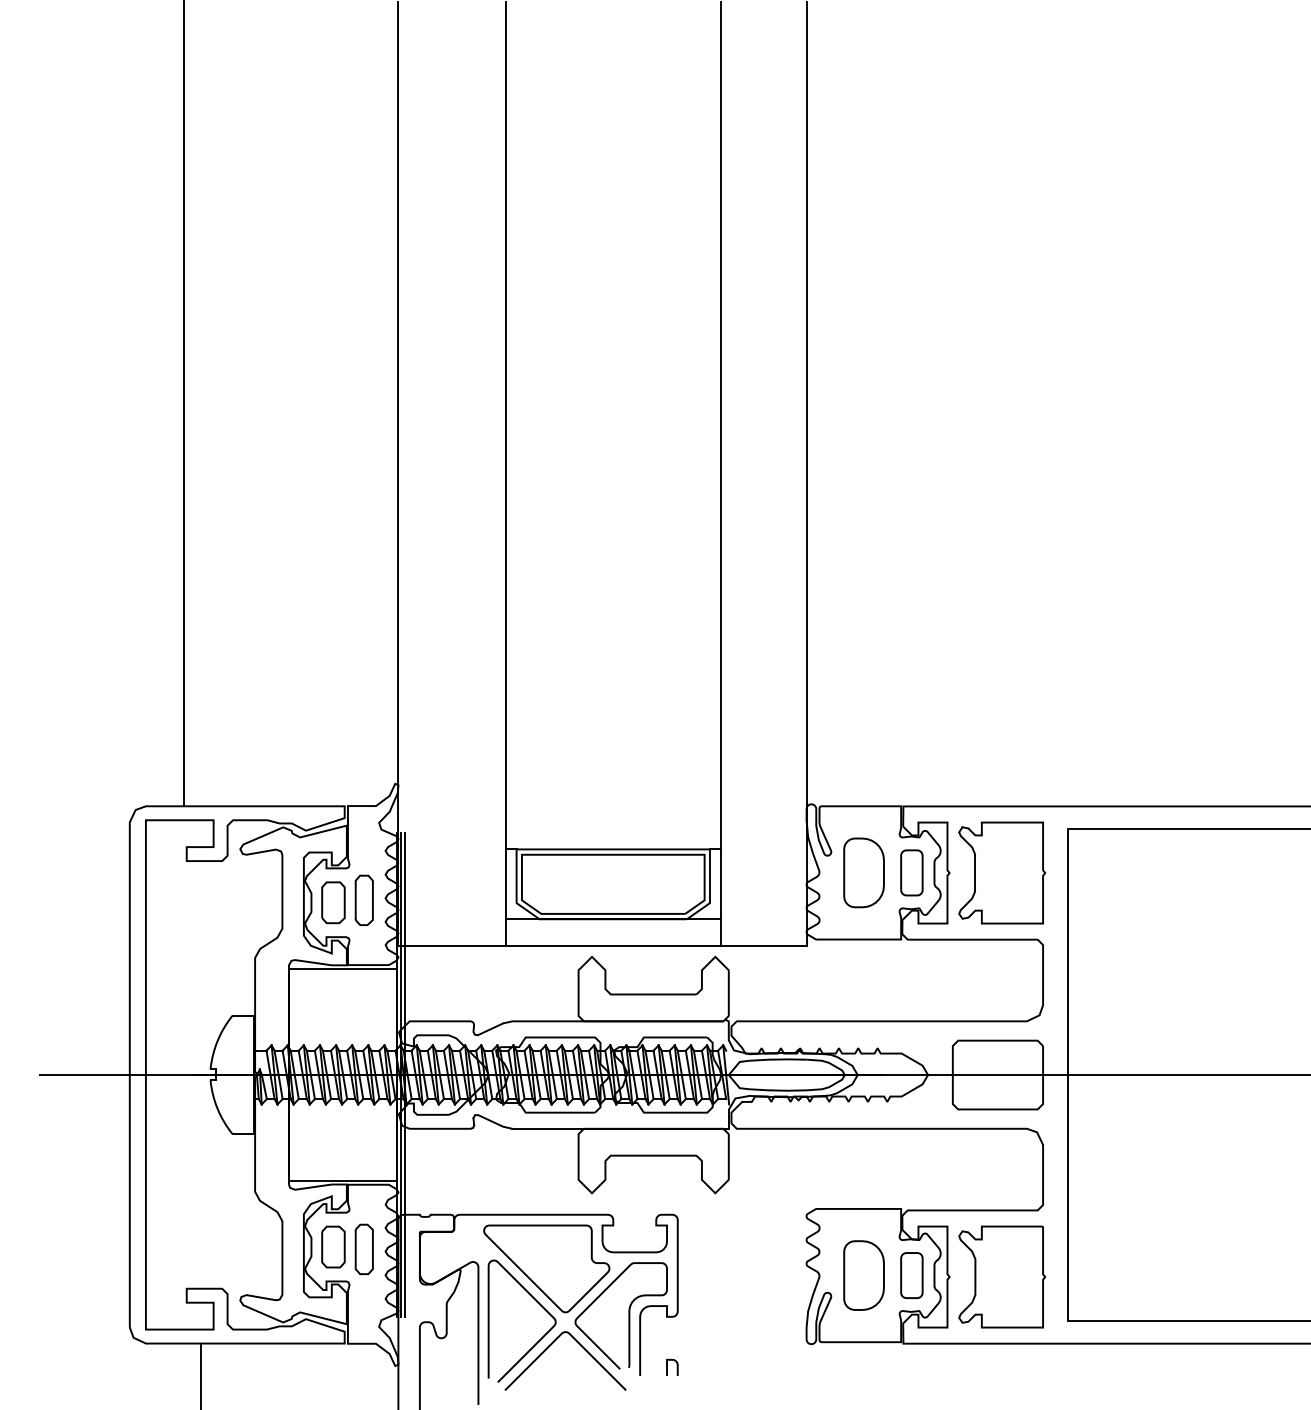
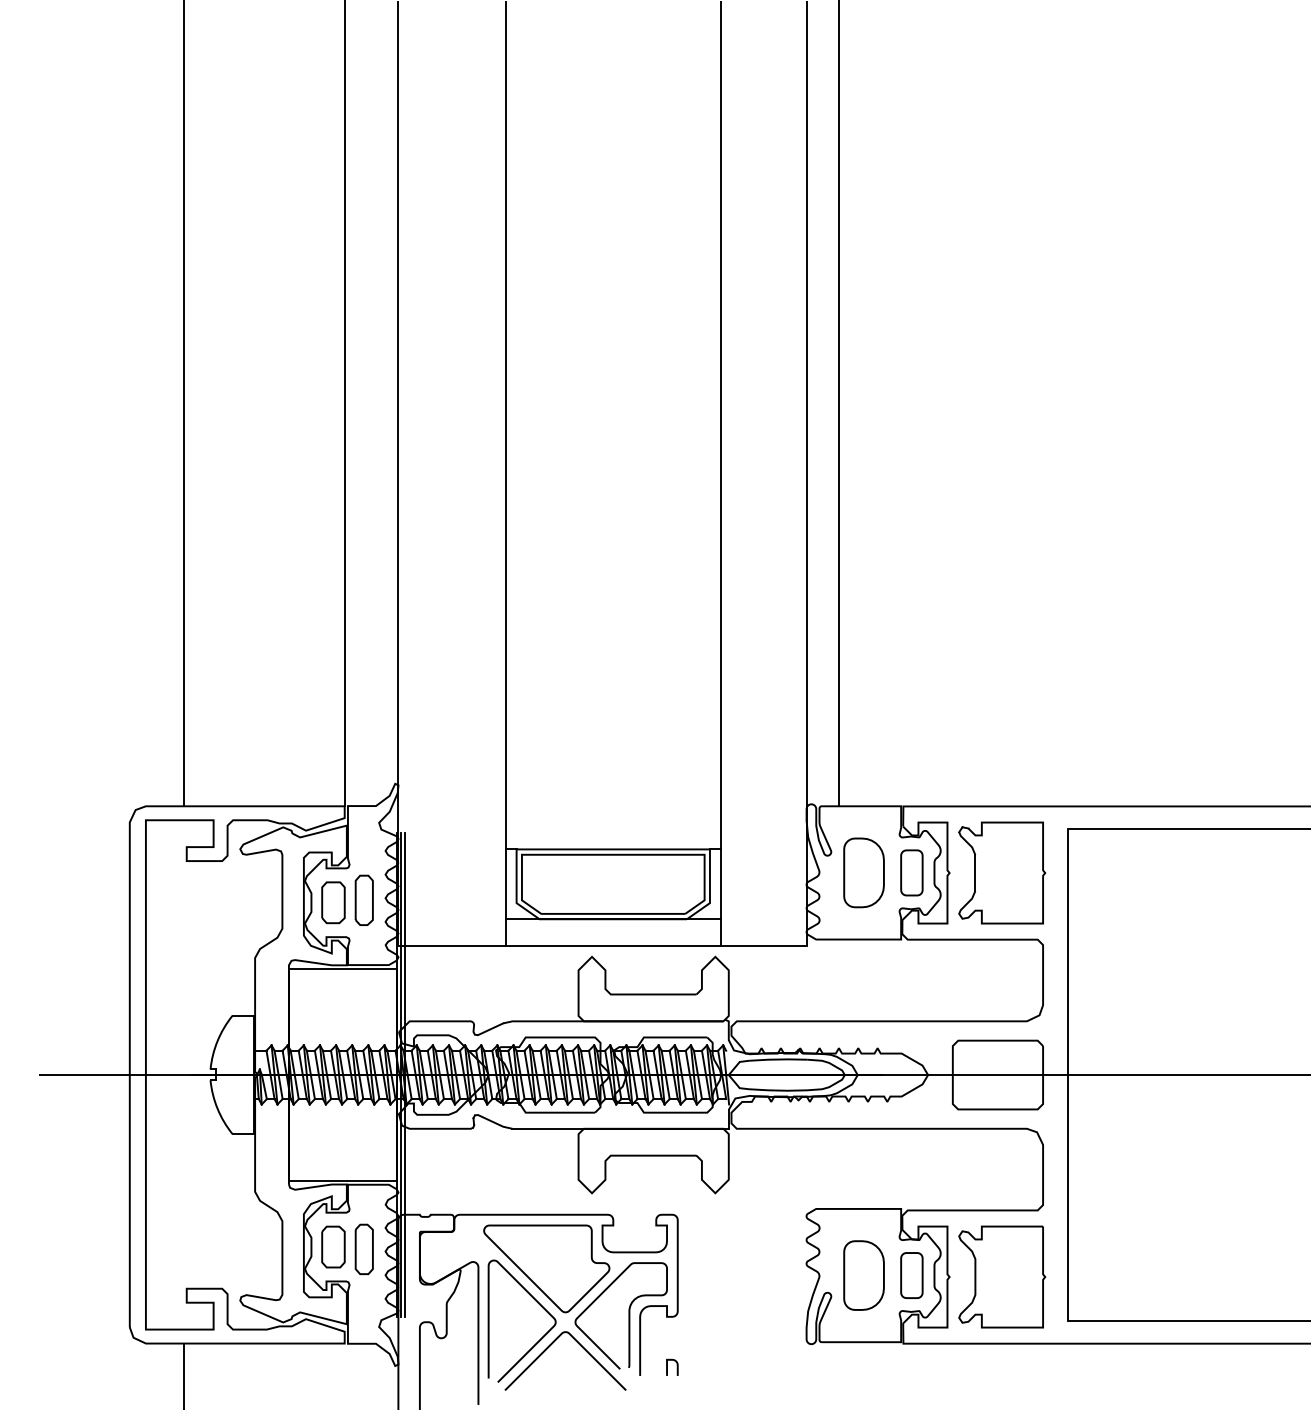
line at (344, 404): none -> present
line at (838, 404): none -> present
line at (200, 1374) position: (200, 1374) -> (183, 1374)
